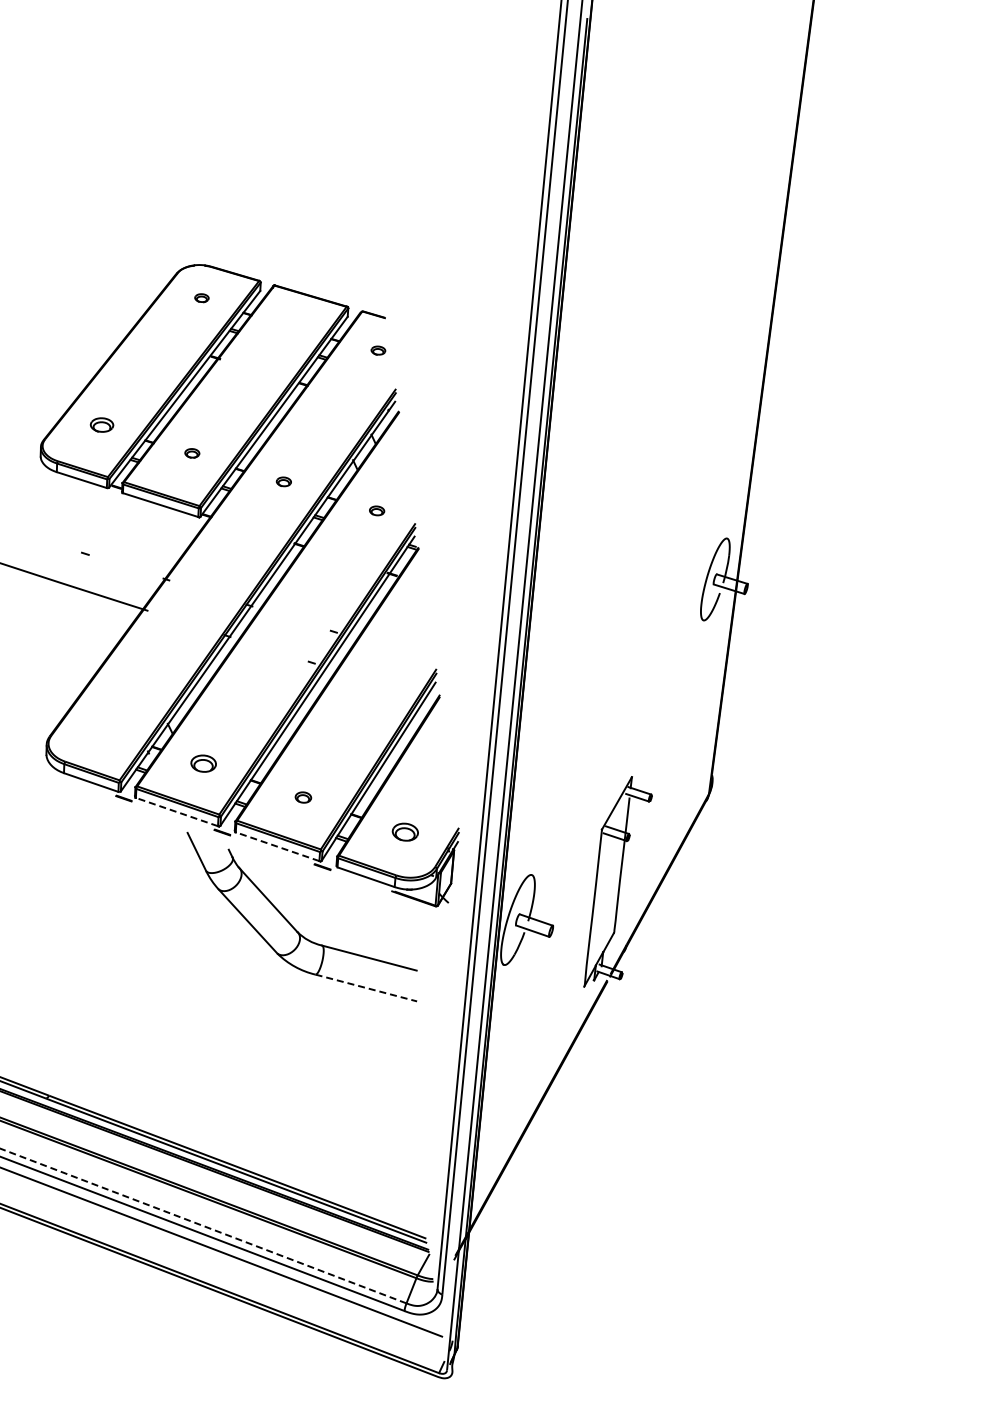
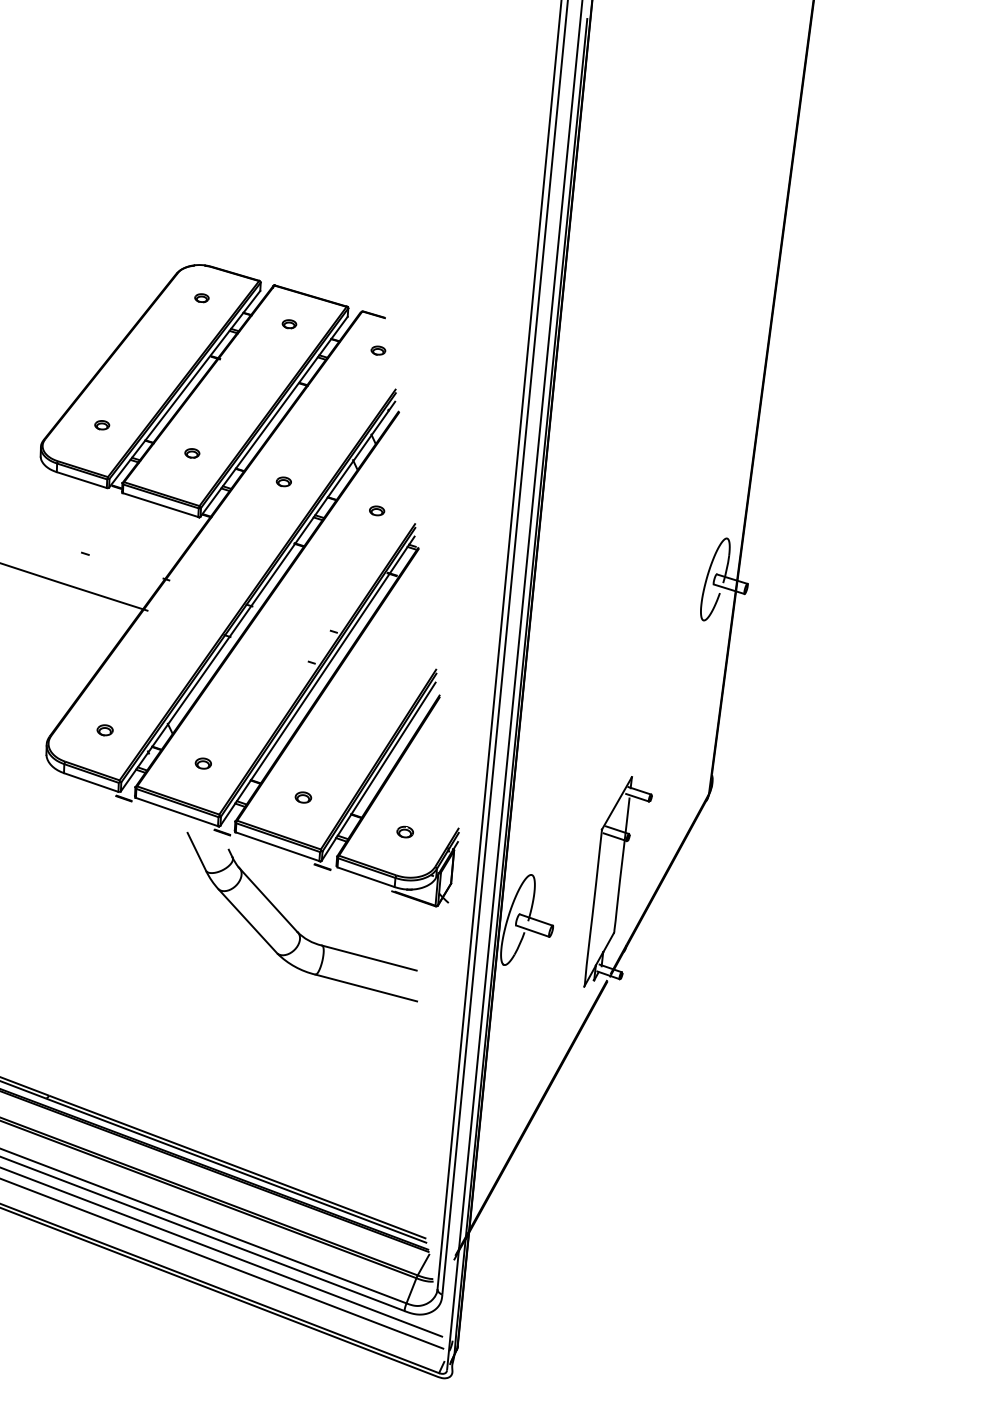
part at (289, 324): none -> present
part at (101, 424) size: 26x16 px -> 17x11 px
part at (104, 730): none -> present
part at (203, 763) size: 27x19 px -> 18x13 px
line at (176, 811): dashed -> solid
part at (404, 831) size: 28x20 px -> 18x14 px
line at (277, 846): dashed -> solid
line at (366, 988): dashed -> solid
line at (202, 1225): dashed -> solid
line at (222, 1263): none -> present
